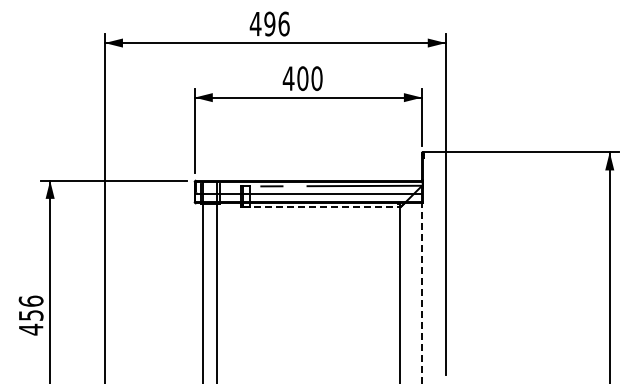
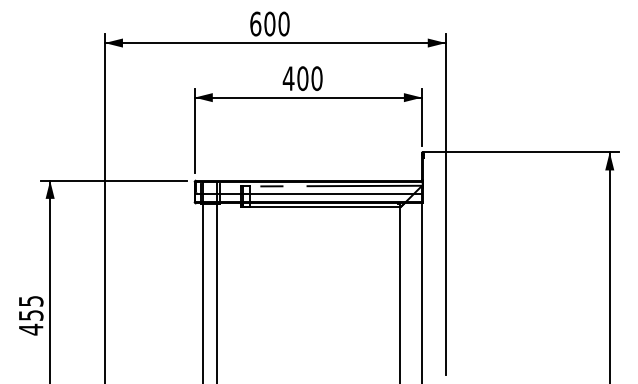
text at (269, 23): 496 -> 600
line at (321, 207): dashed -> solid
line at (422, 293): dashed -> solid
text at (30, 300): 456 -> 455
